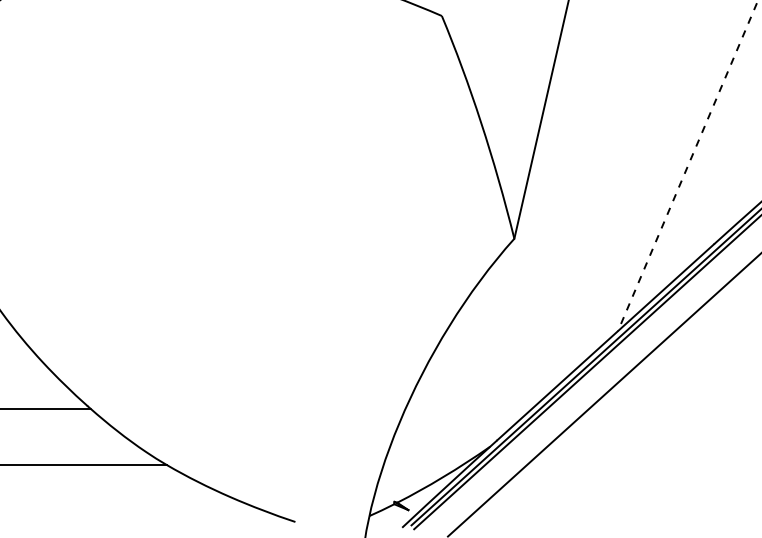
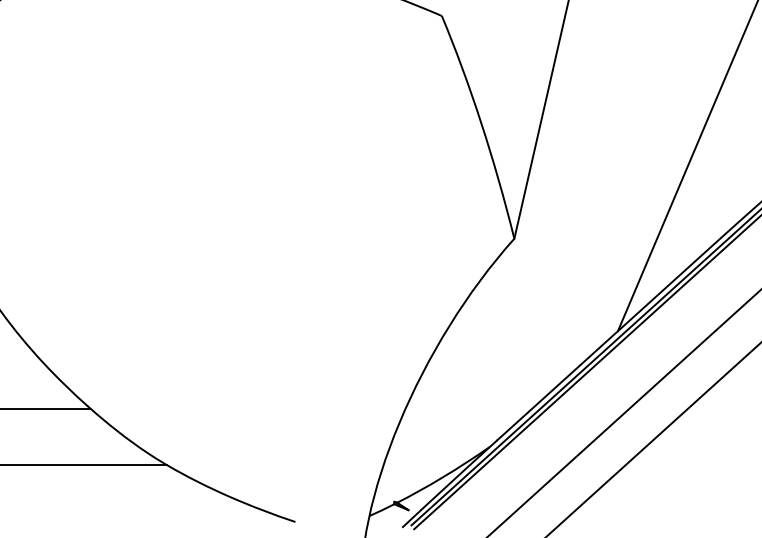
line at (687, 166): dashed -> solid
line at (604, 394) position: (604, 394) -> (624, 412)
line at (653, 439): none -> present
